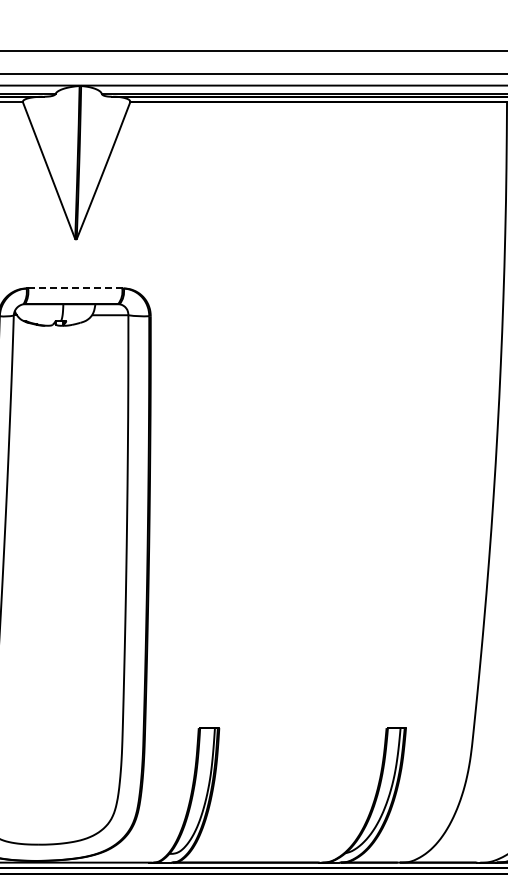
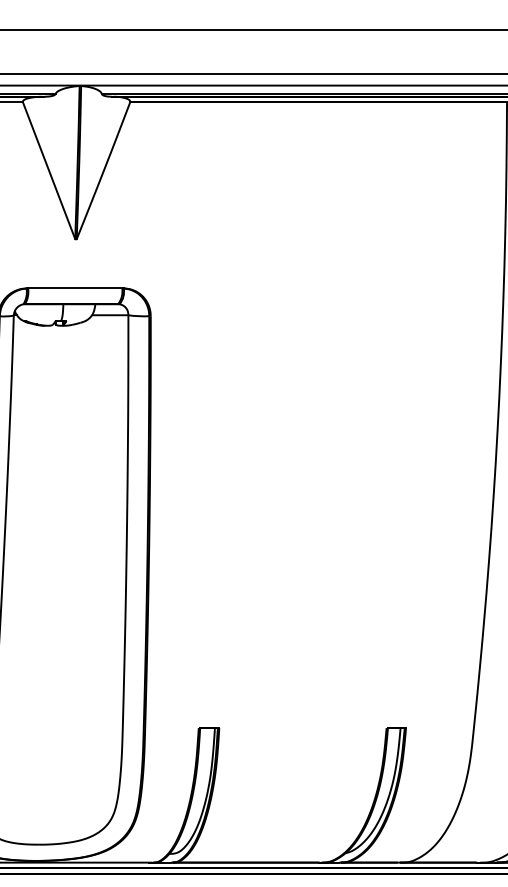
line at (253, 50) position: (253, 50) -> (253, 29)
line at (75, 288): dashed -> solid
